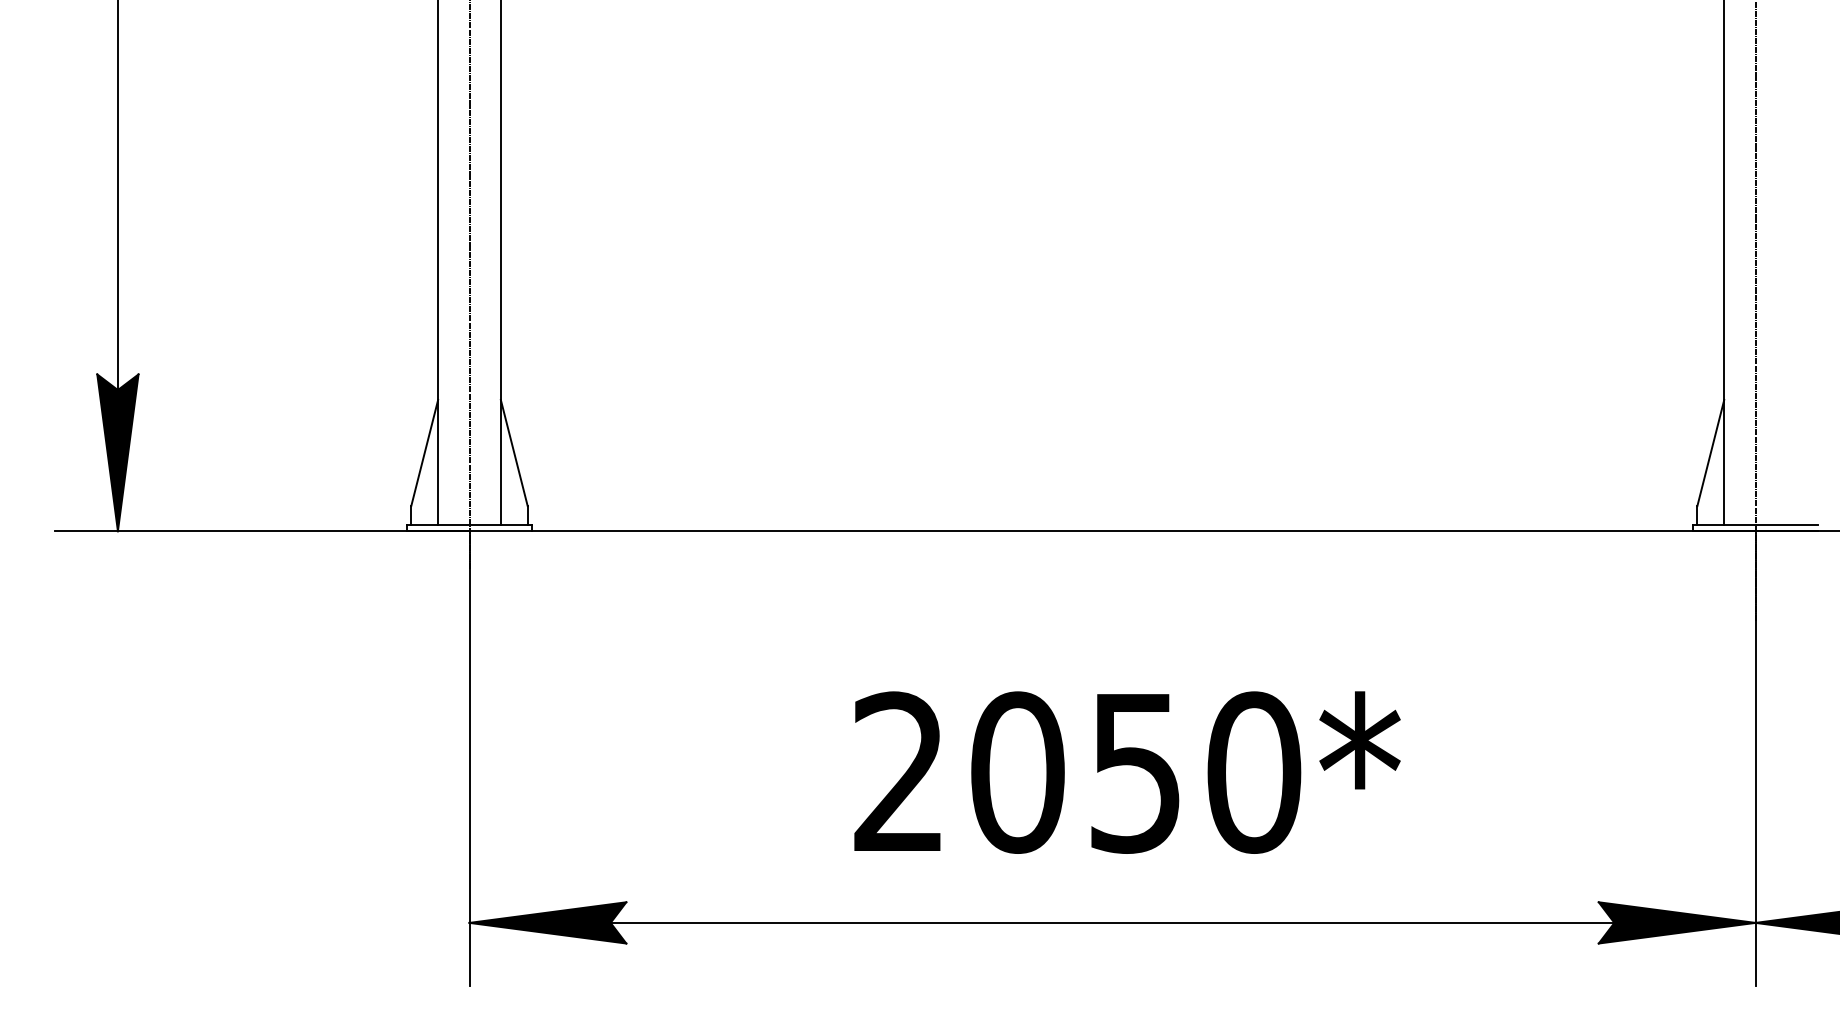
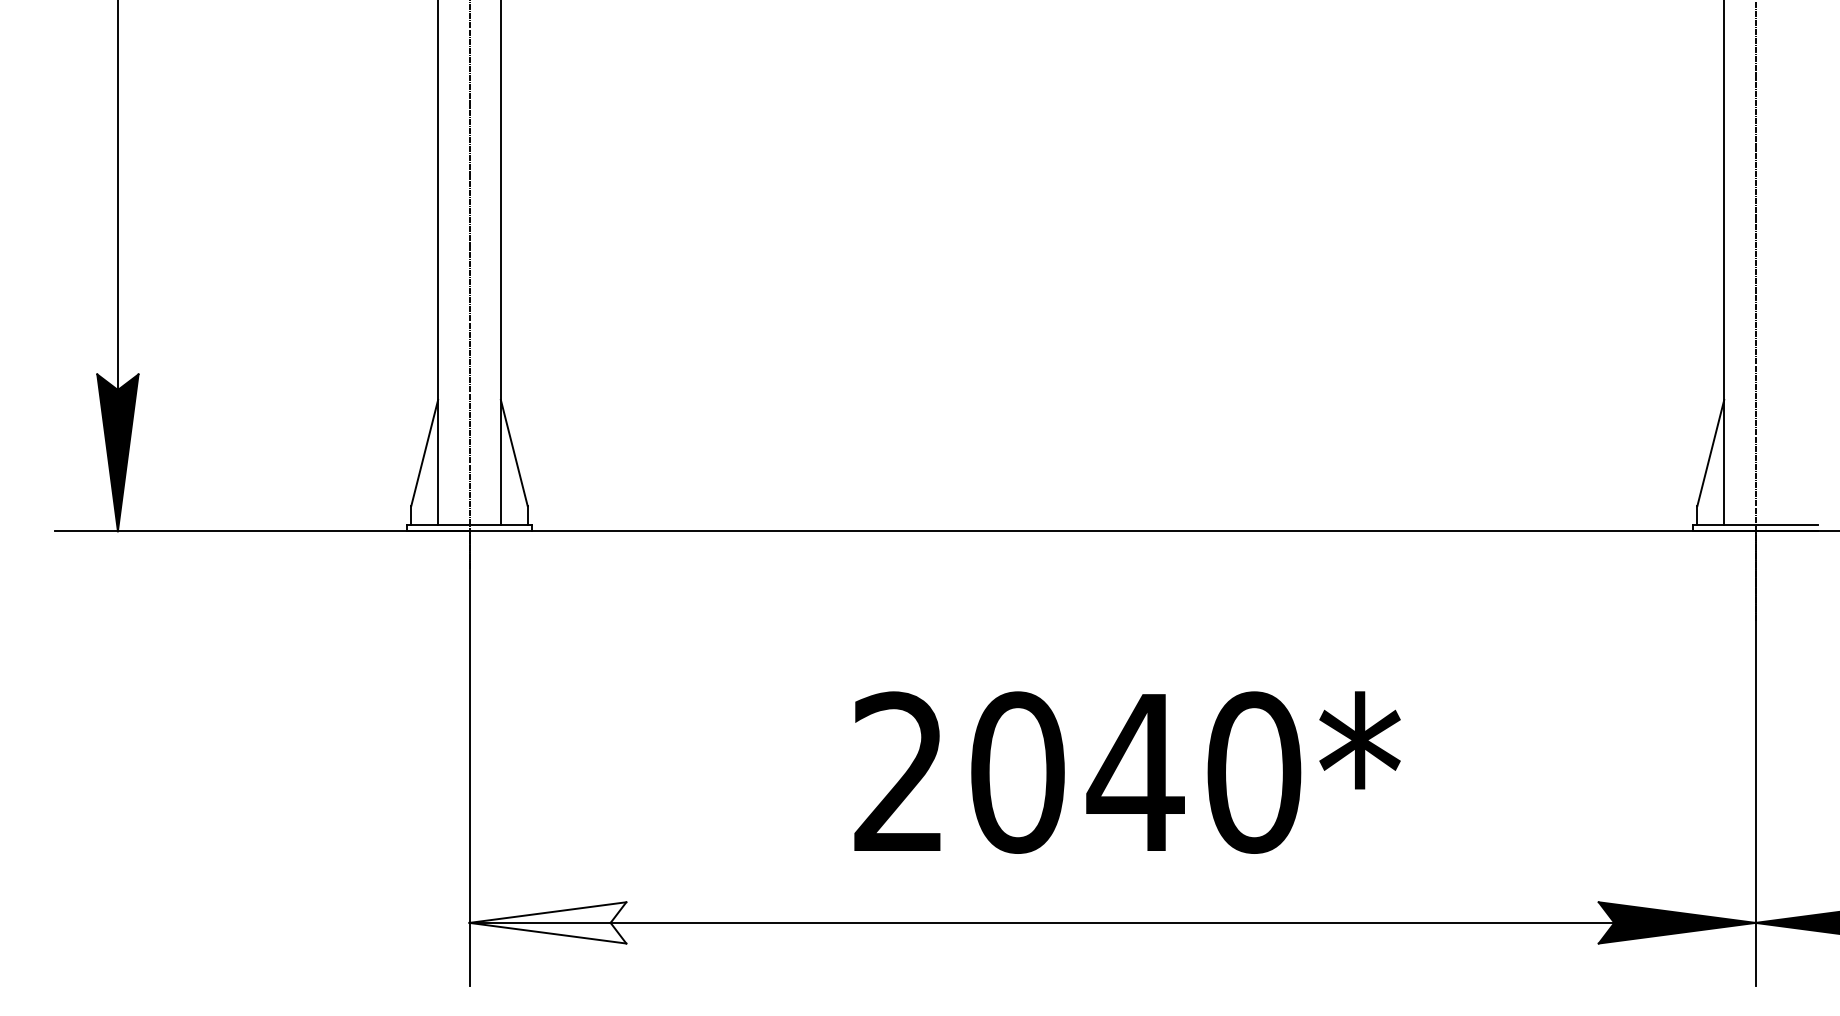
text at (1135, 773): 2050* -> 2040*
fill at (547, 922): present -> none
